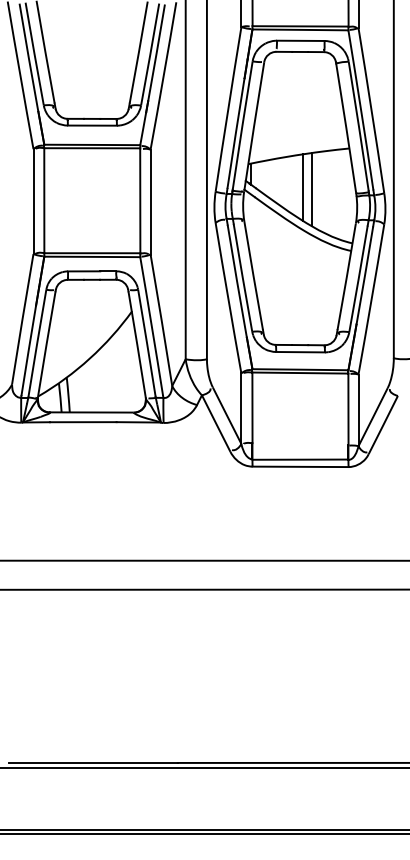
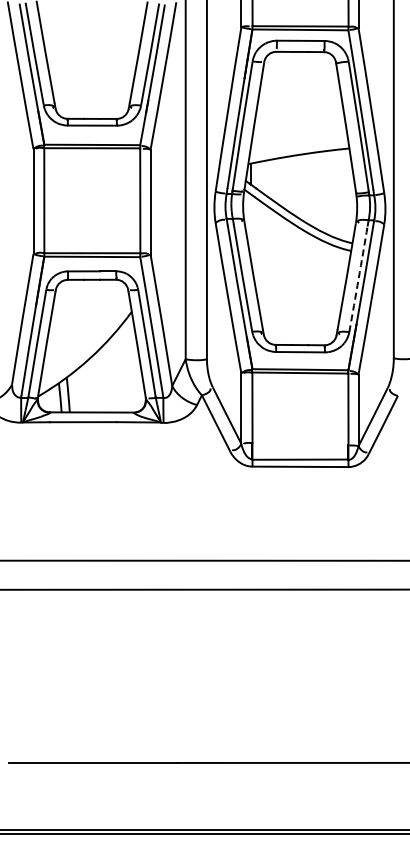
line at (302, 187): present -> none
line at (312, 189): present -> none
arc at (358, 278): solid -> dashed
line at (204, 768): present -> none
